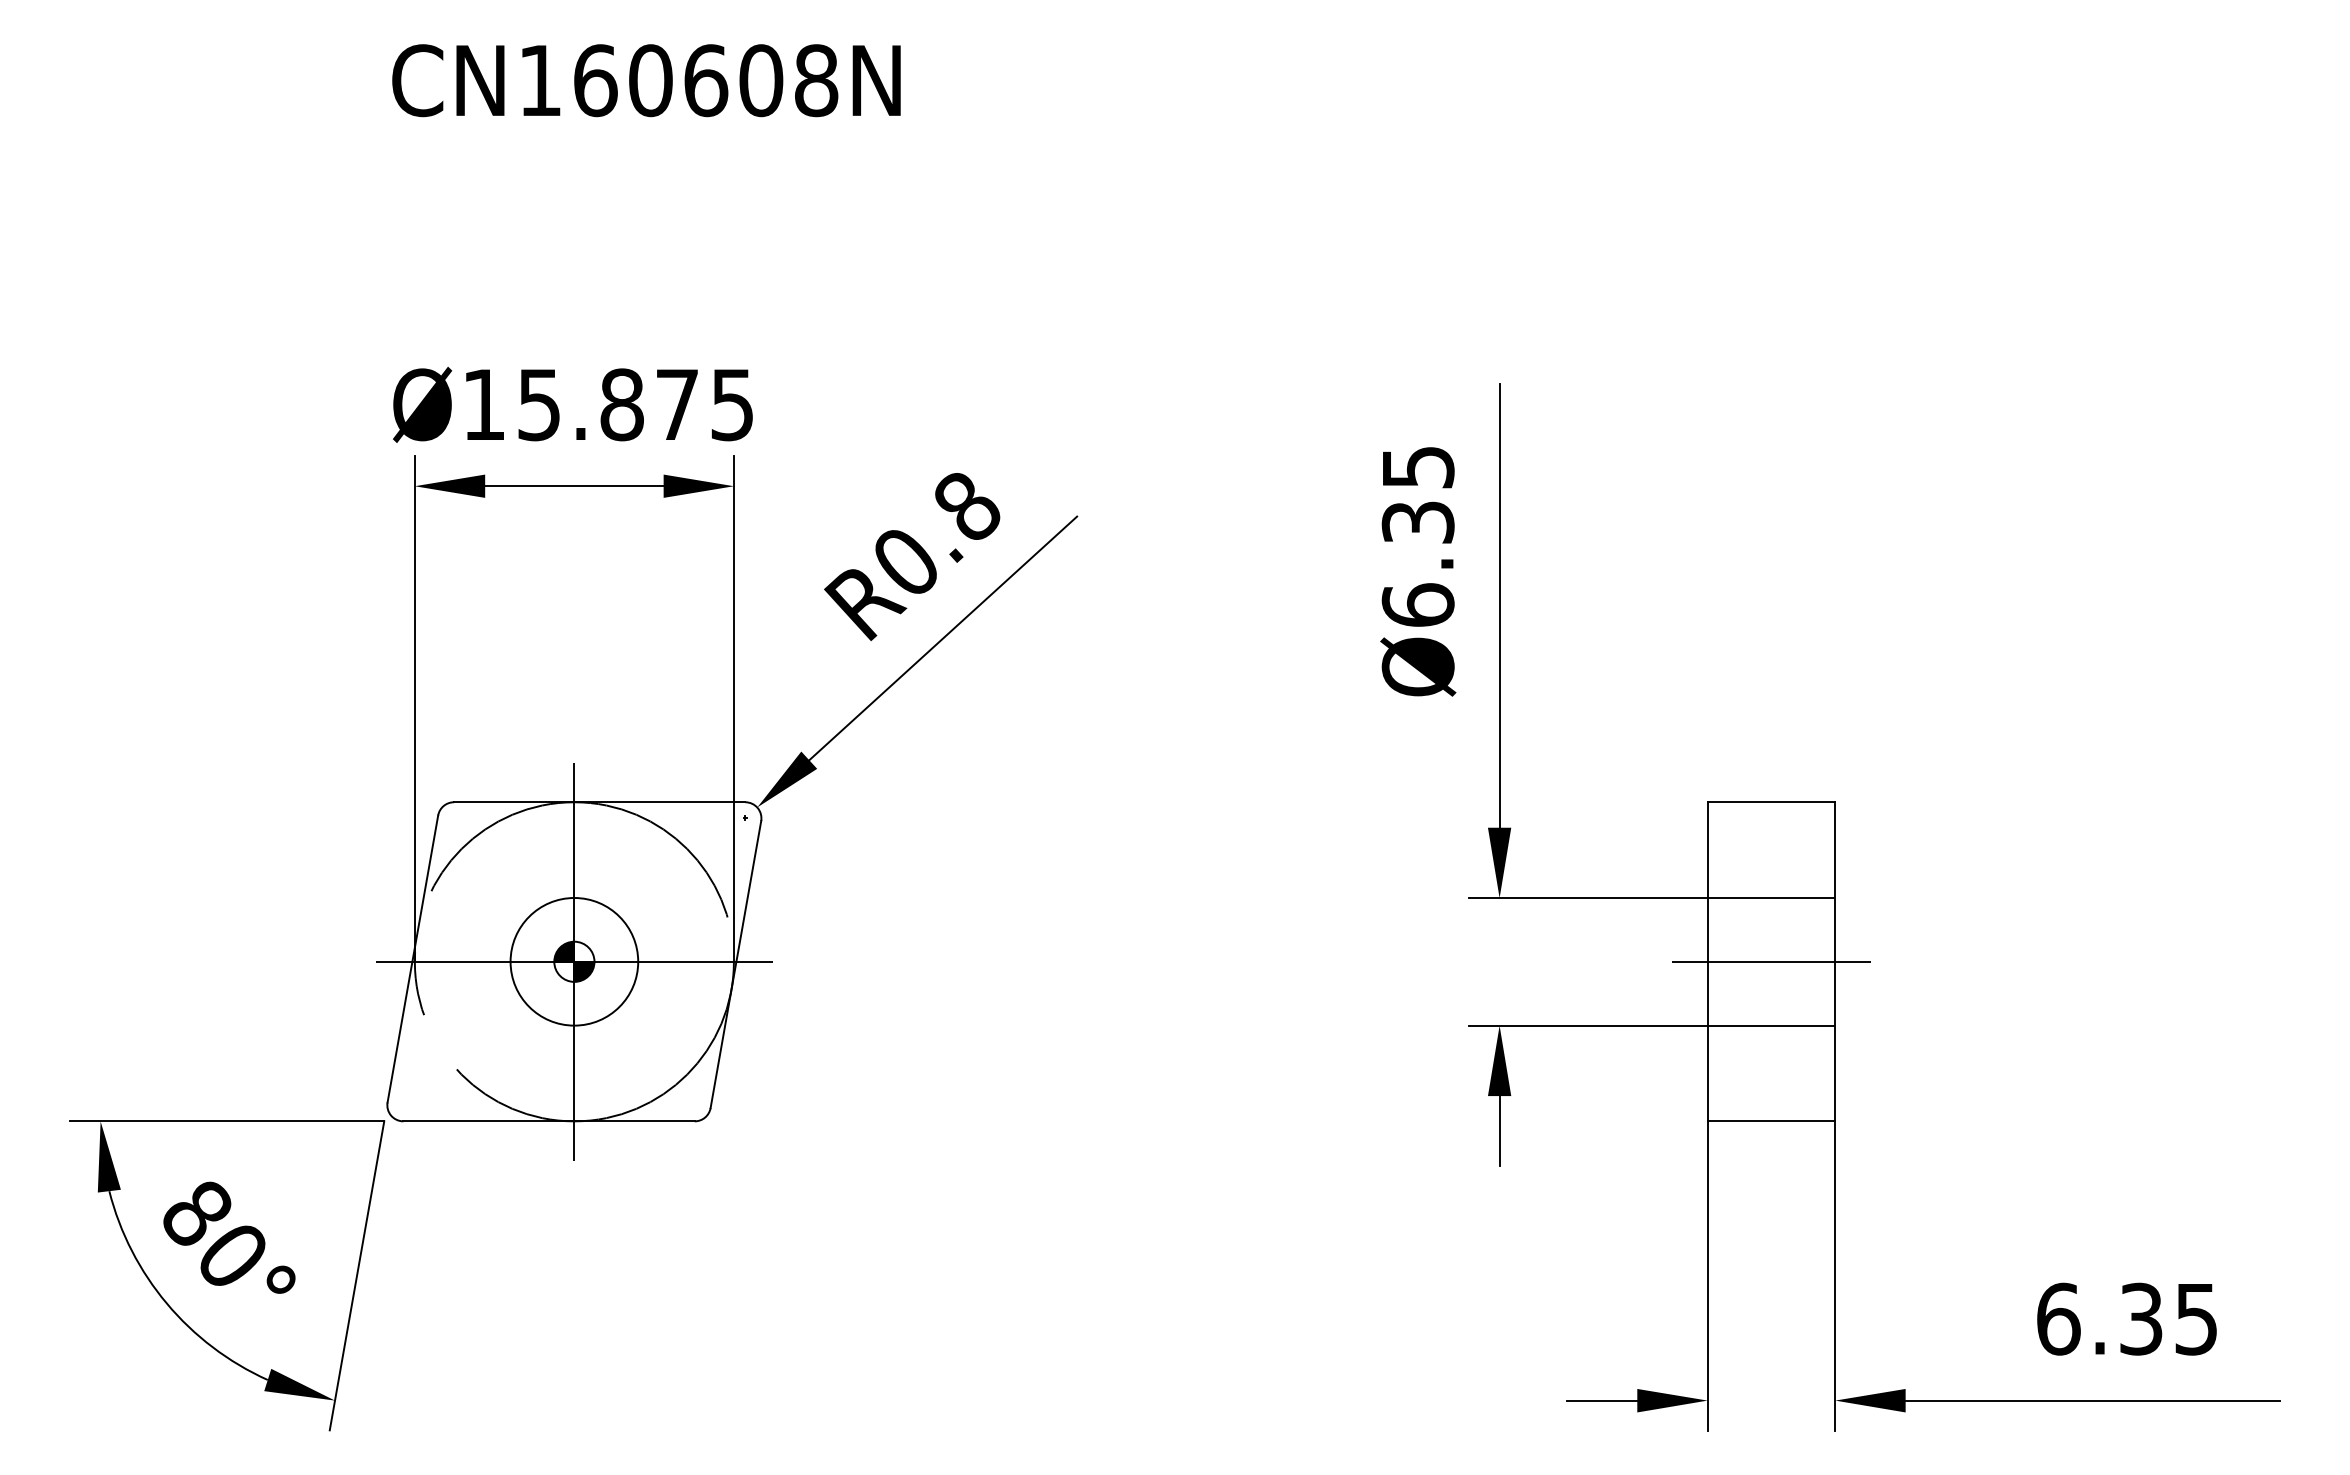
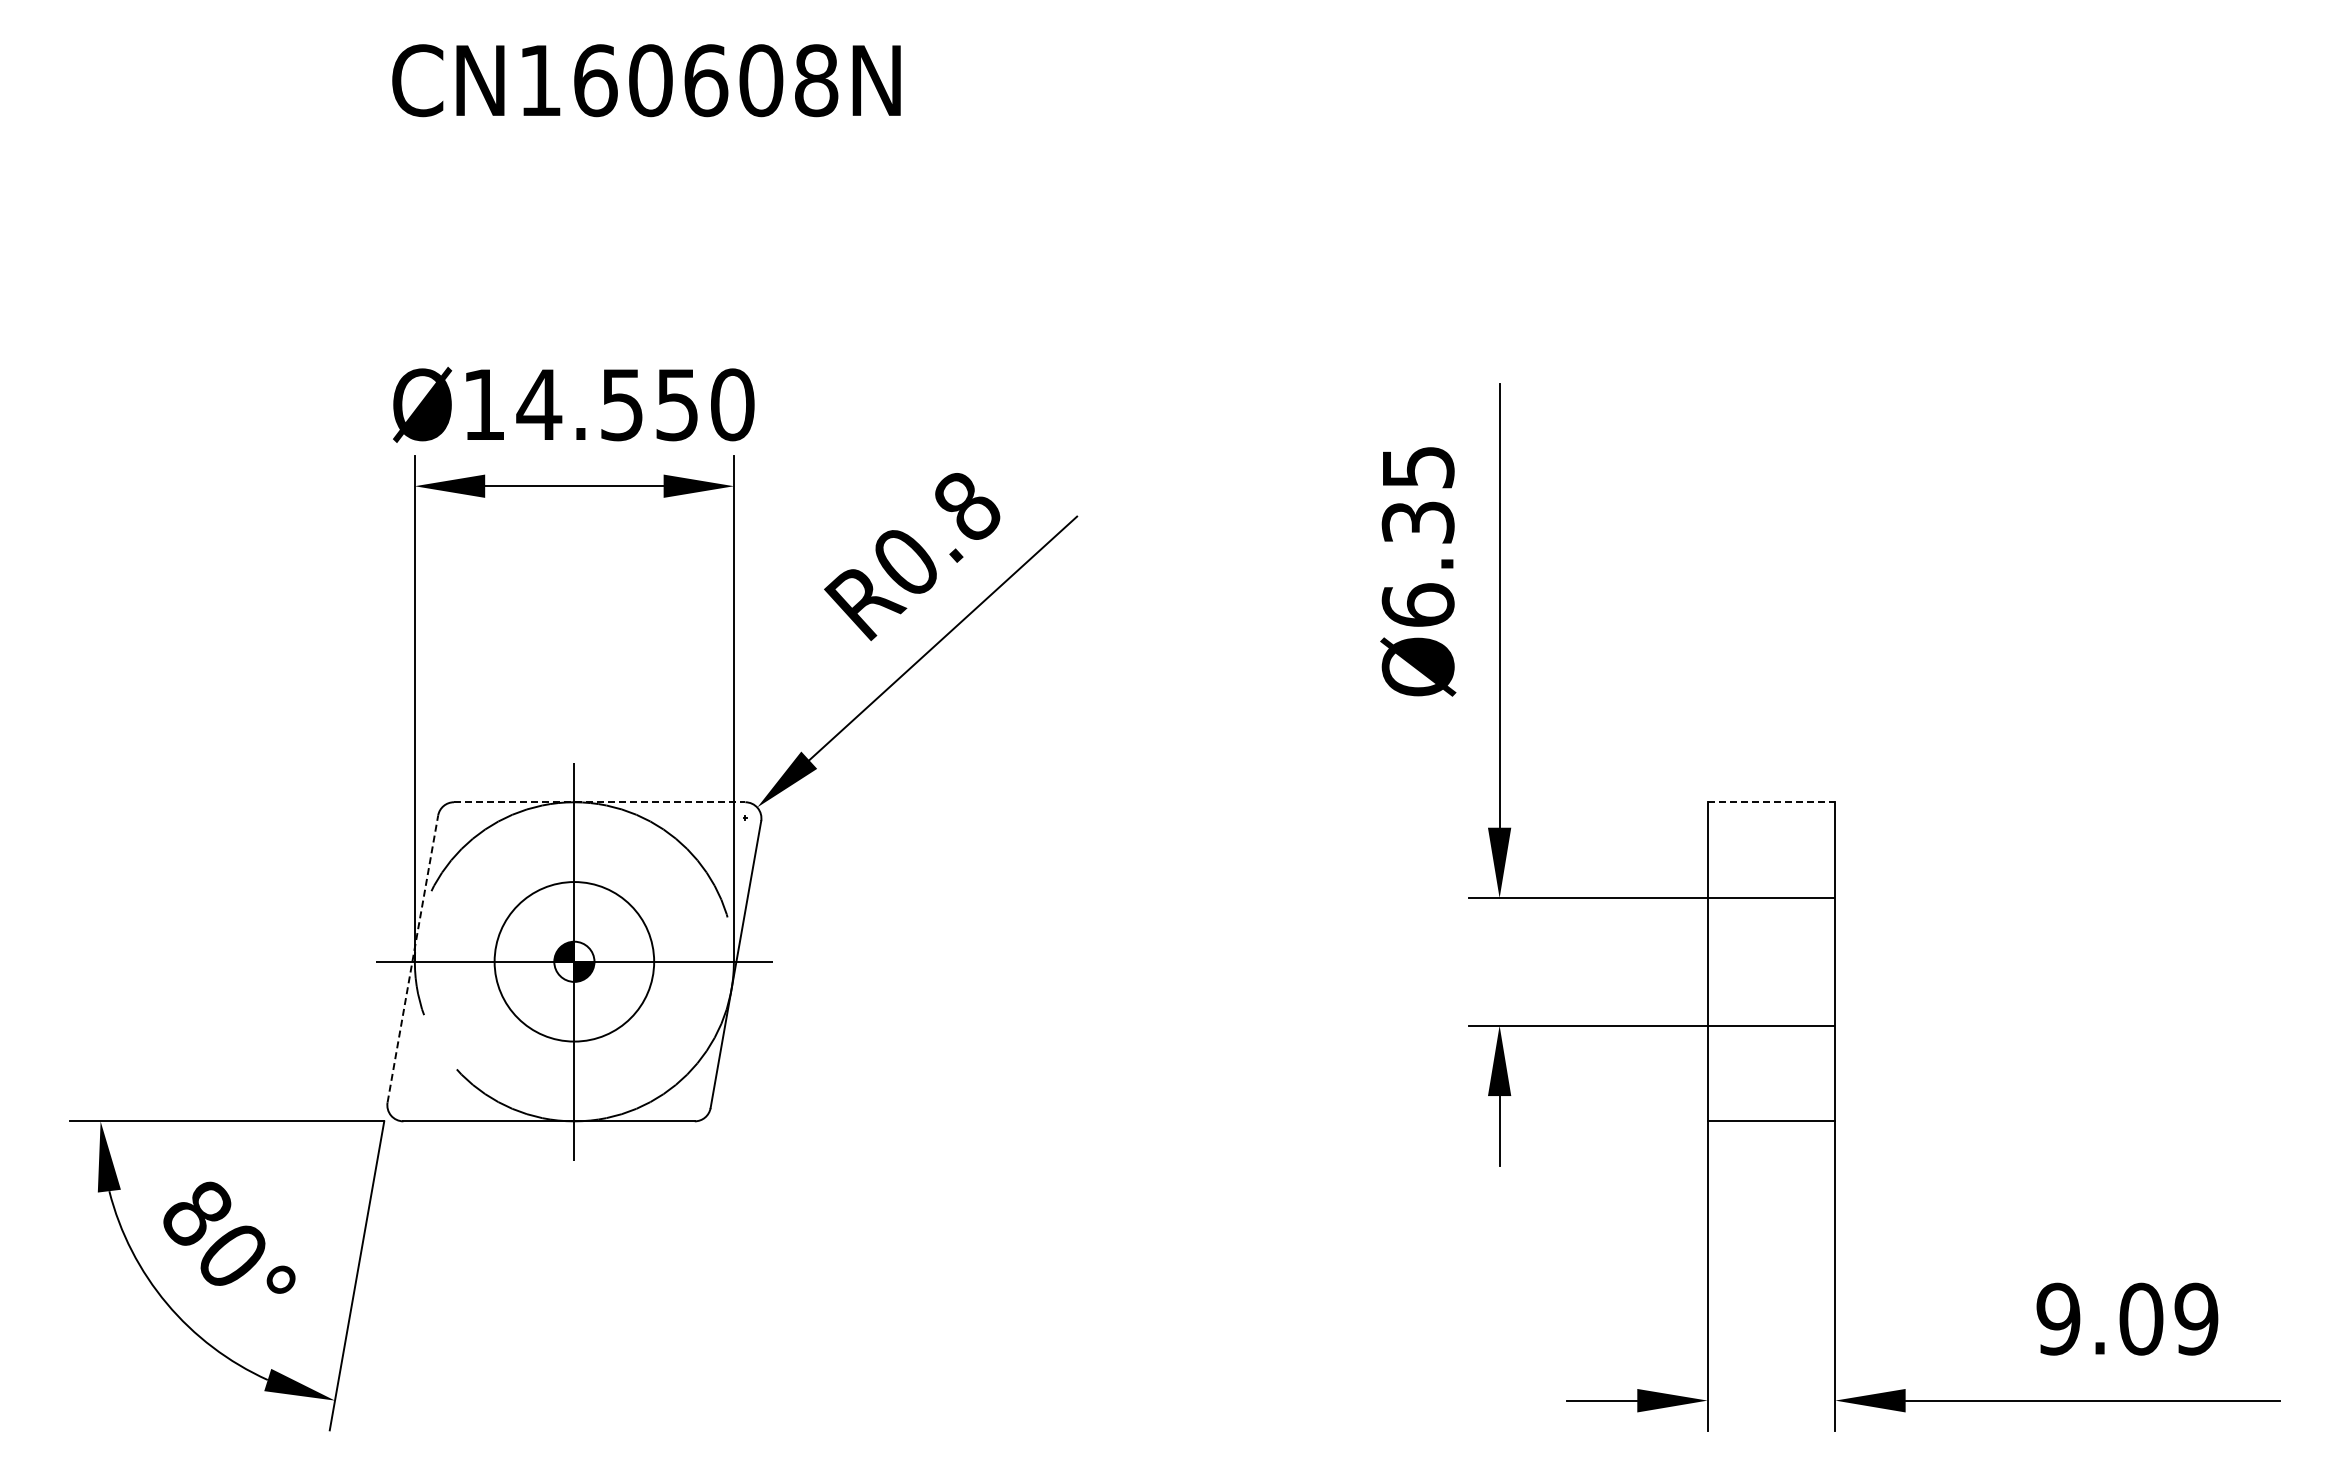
text at (635, 404): Ø15.875 -> Ø14.550
line at (599, 802): solid -> dashed
line at (1771, 802): solid -> dashed
line at (412, 959): solid -> dashed
circle at (574, 961) diameter: 128 px -> 160 px
line at (1771, 961): present -> none
text at (2127, 1318): 6.35 -> 9.09
